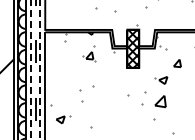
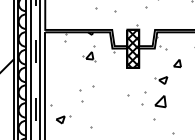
line at (30, 69): dashed -> solid
line at (40, 69): dashed -> solid
